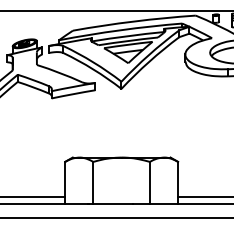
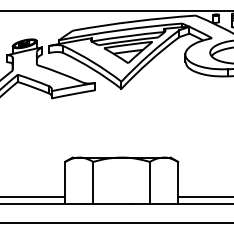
line at (116, 217) position: (116, 217) -> (116, 222)
